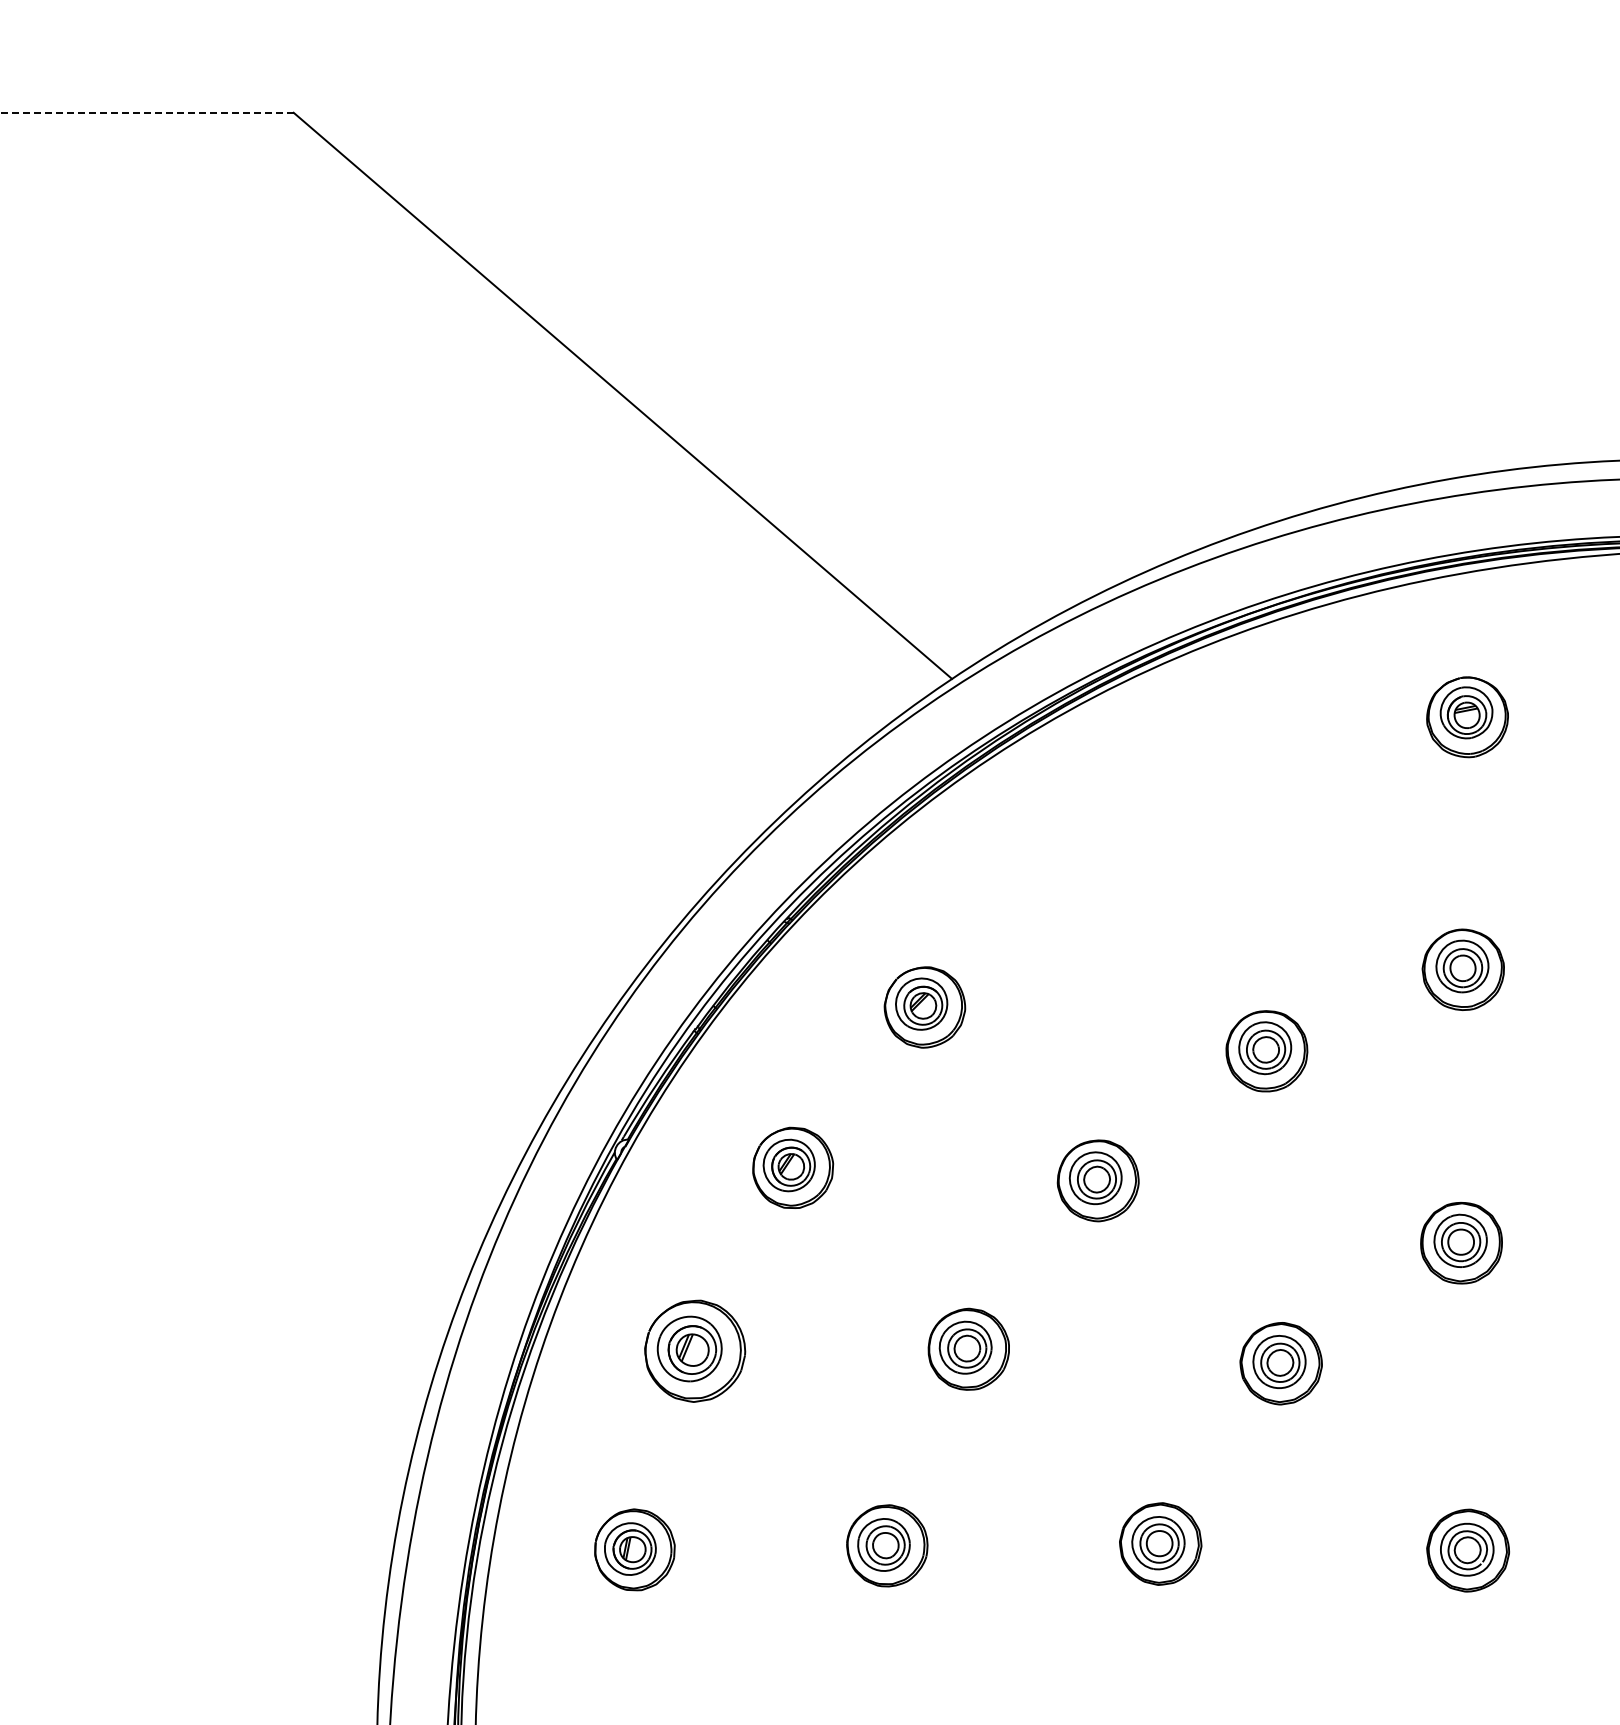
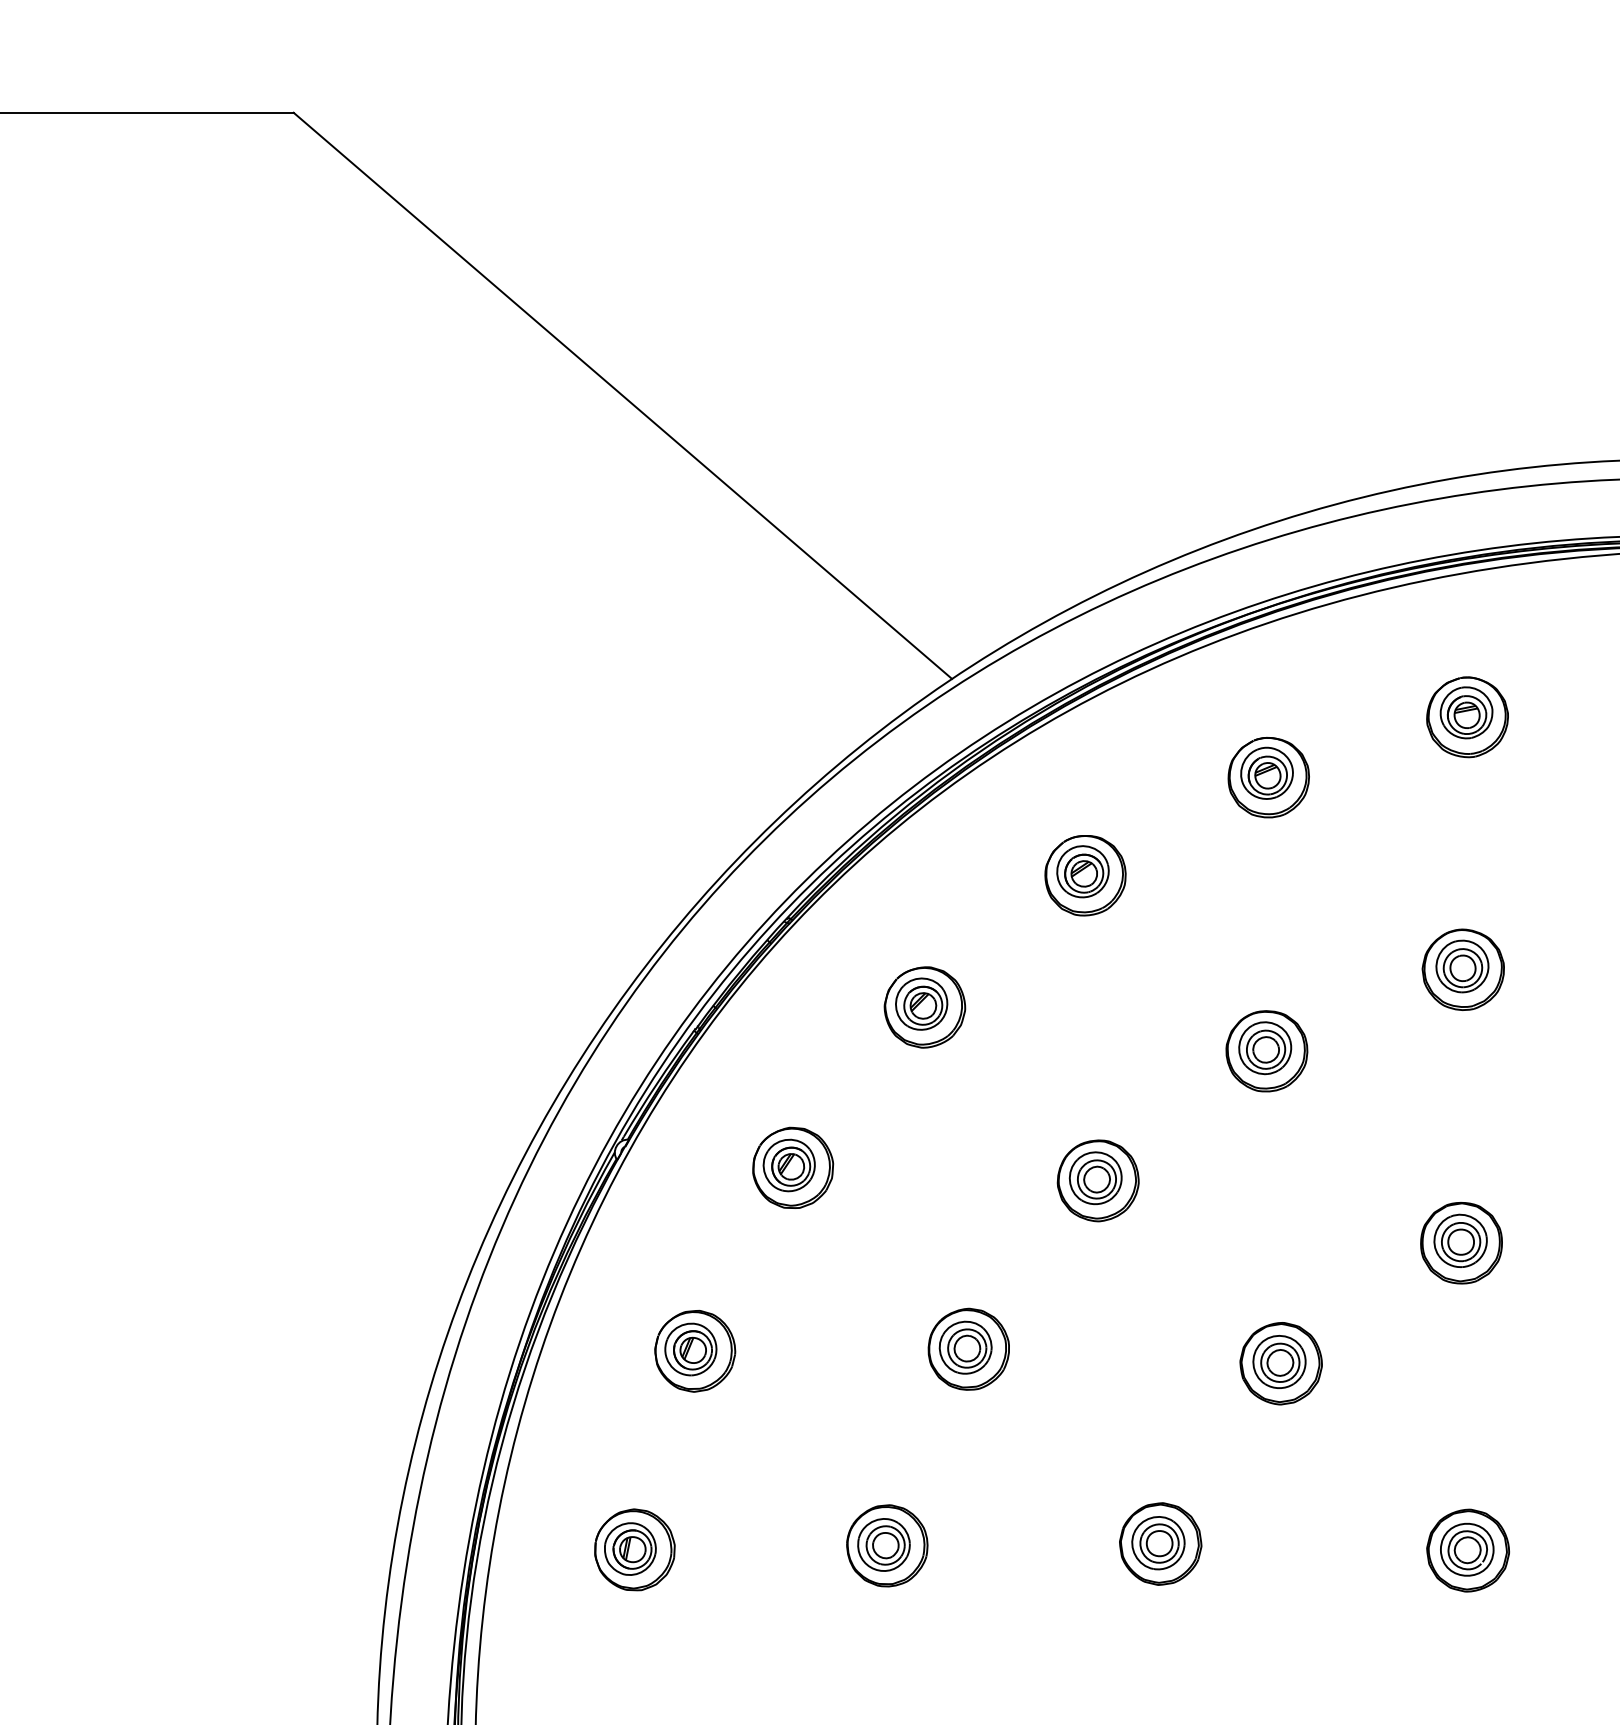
line at (146, 112): dashed -> solid
part at (1268, 777): none -> present
part at (1085, 875): none -> present
part at (695, 1350) size: 103x104 px -> 83x83 px
